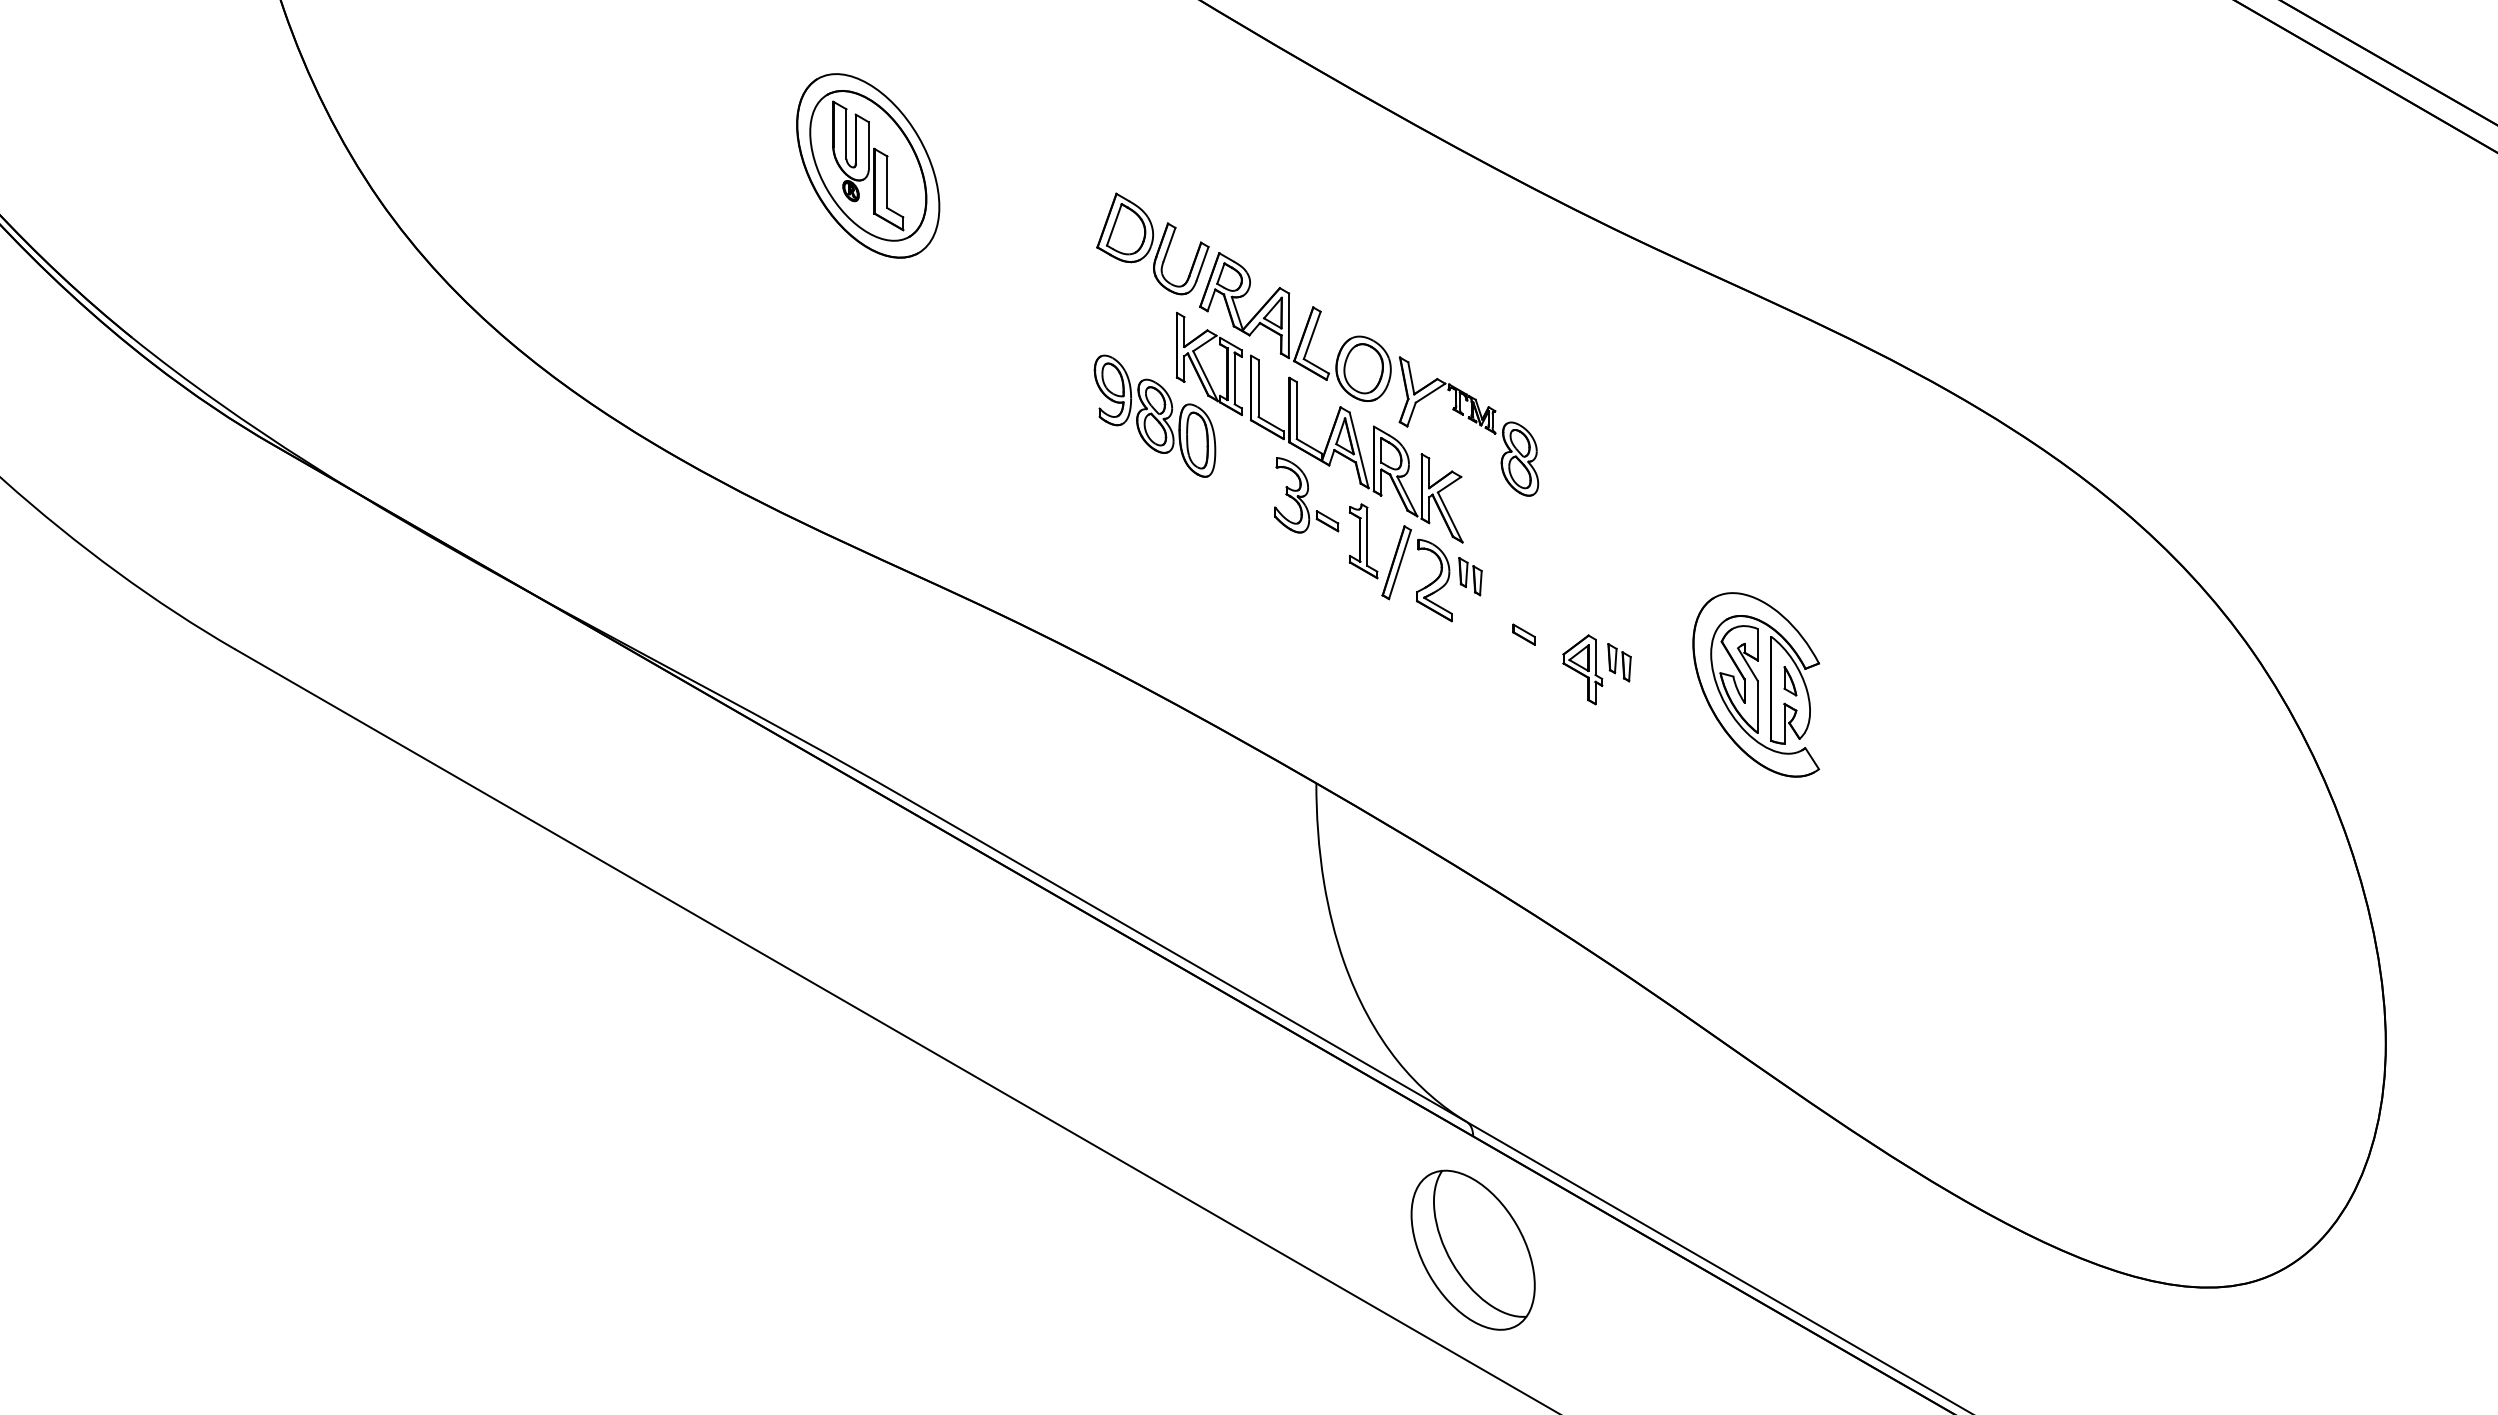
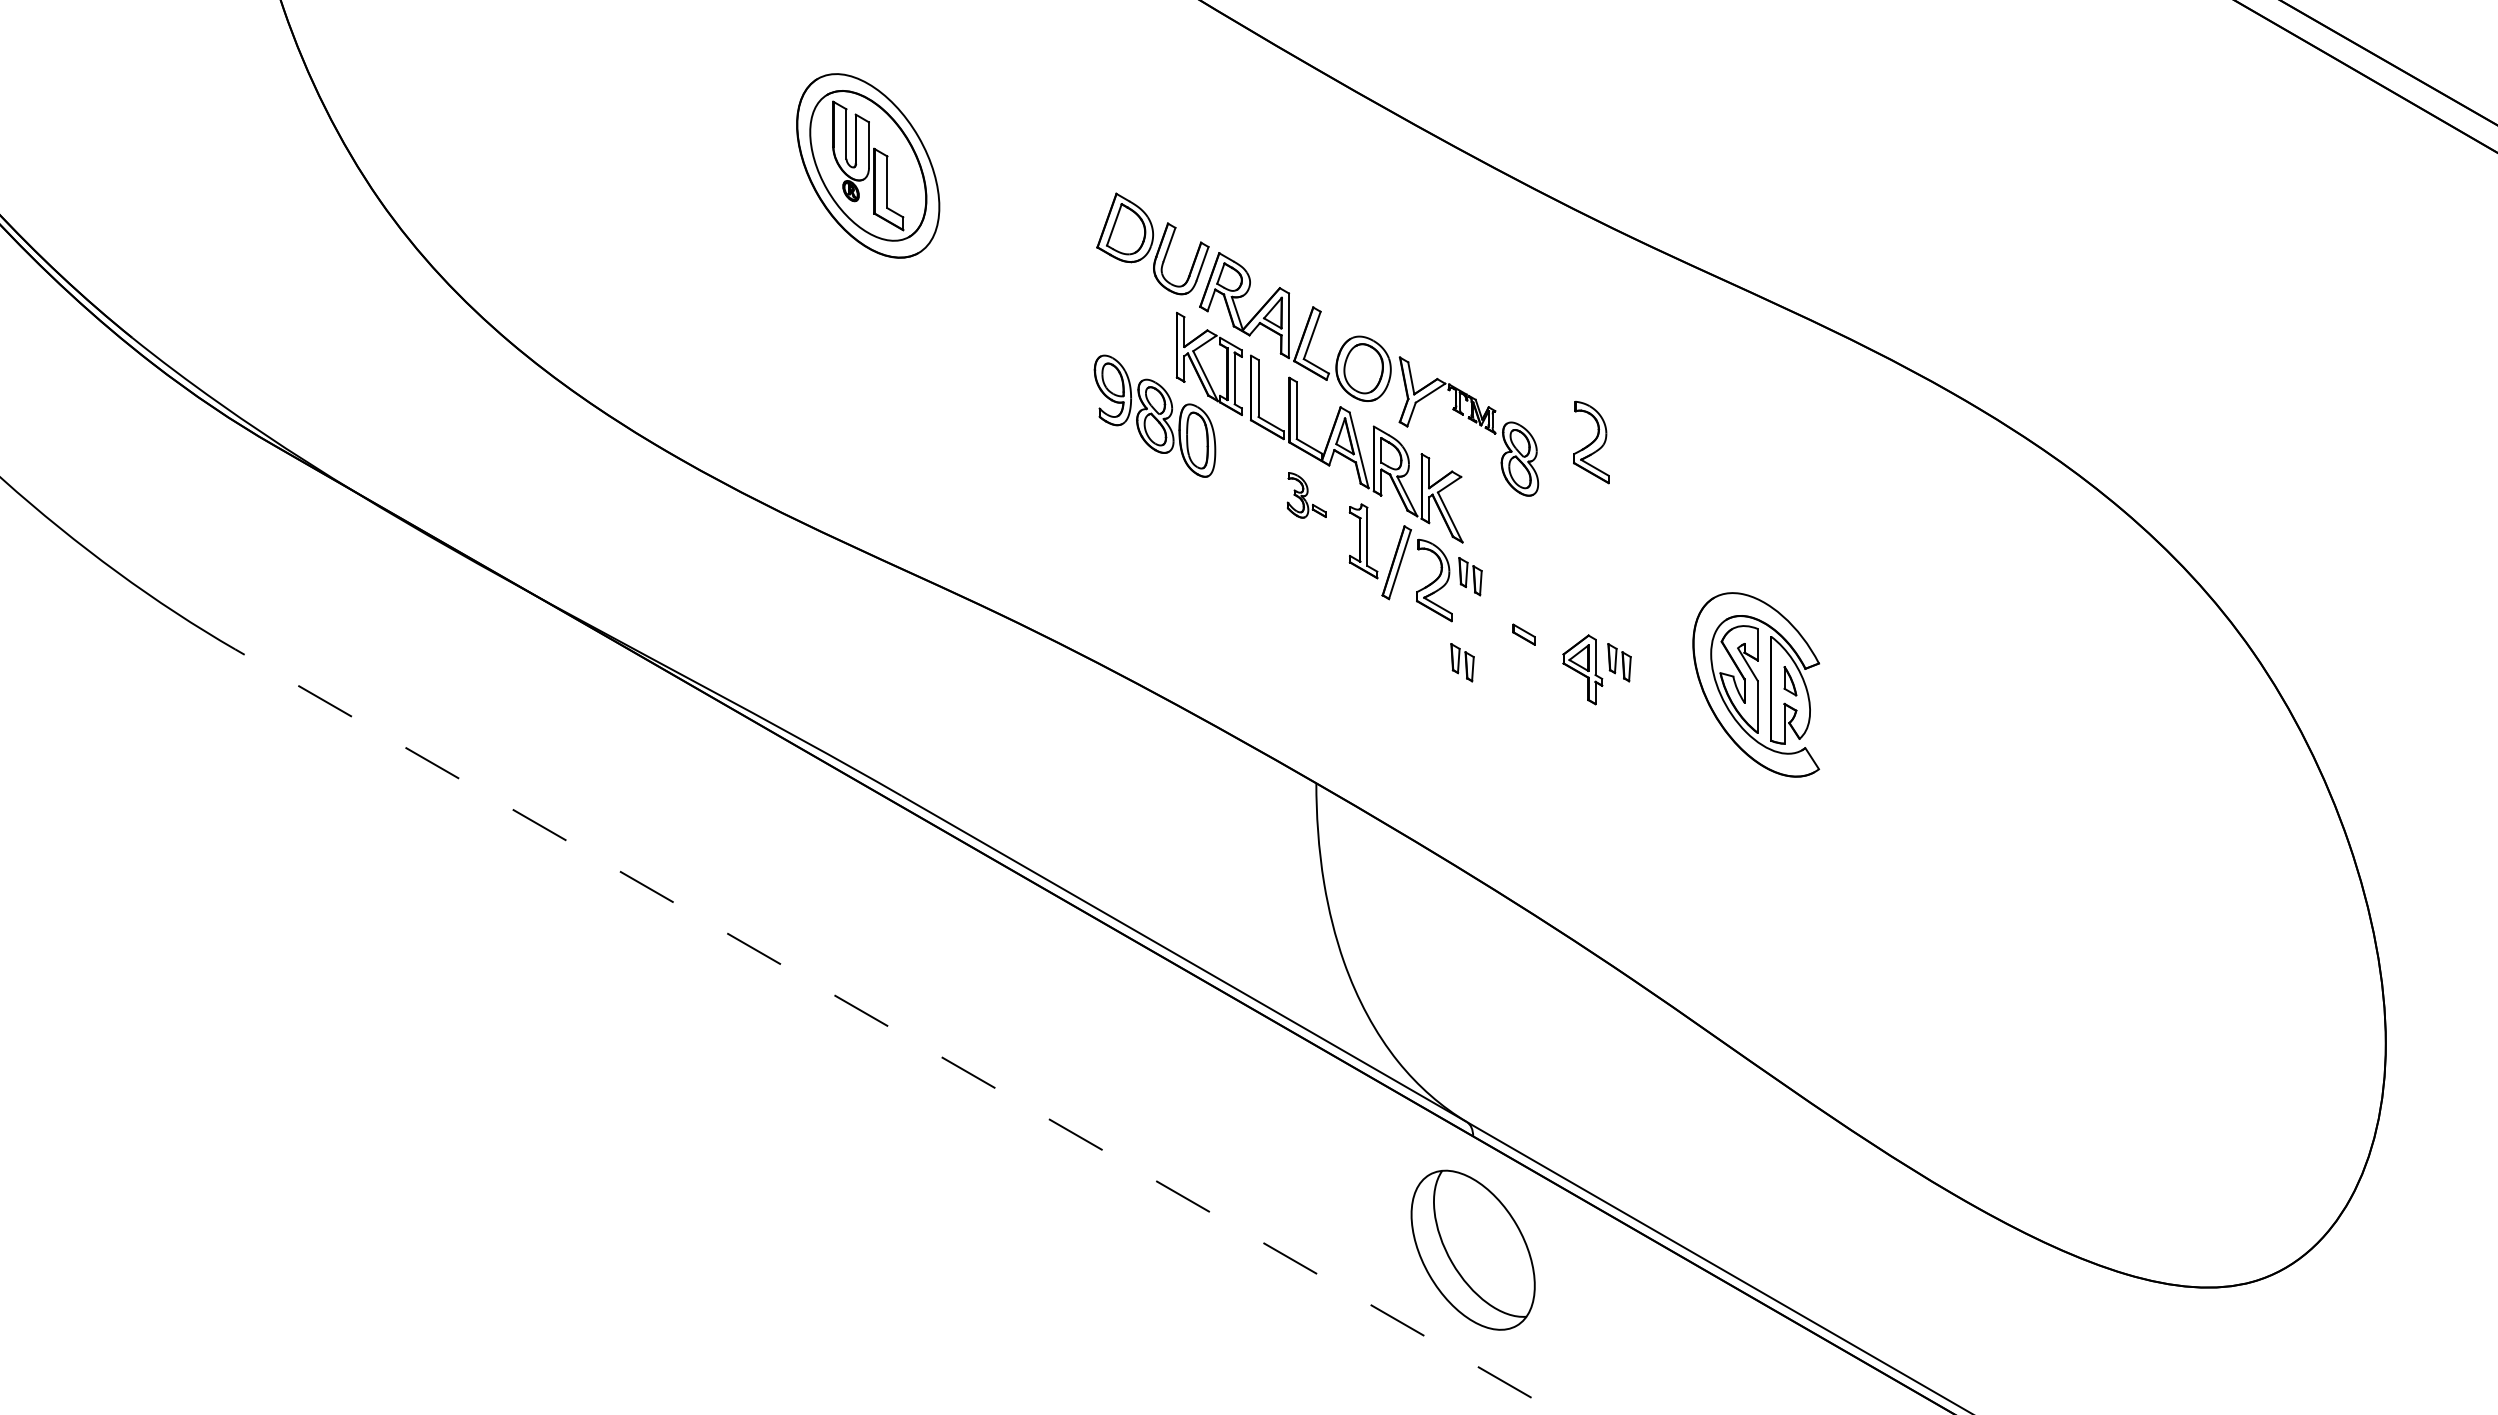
part at (1591, 442): none -> present
part at (1306, 495) size: 66x77 px -> 41x47 px
part at (1462, 662): none -> present
line at (897, 1031): solid -> dashed
